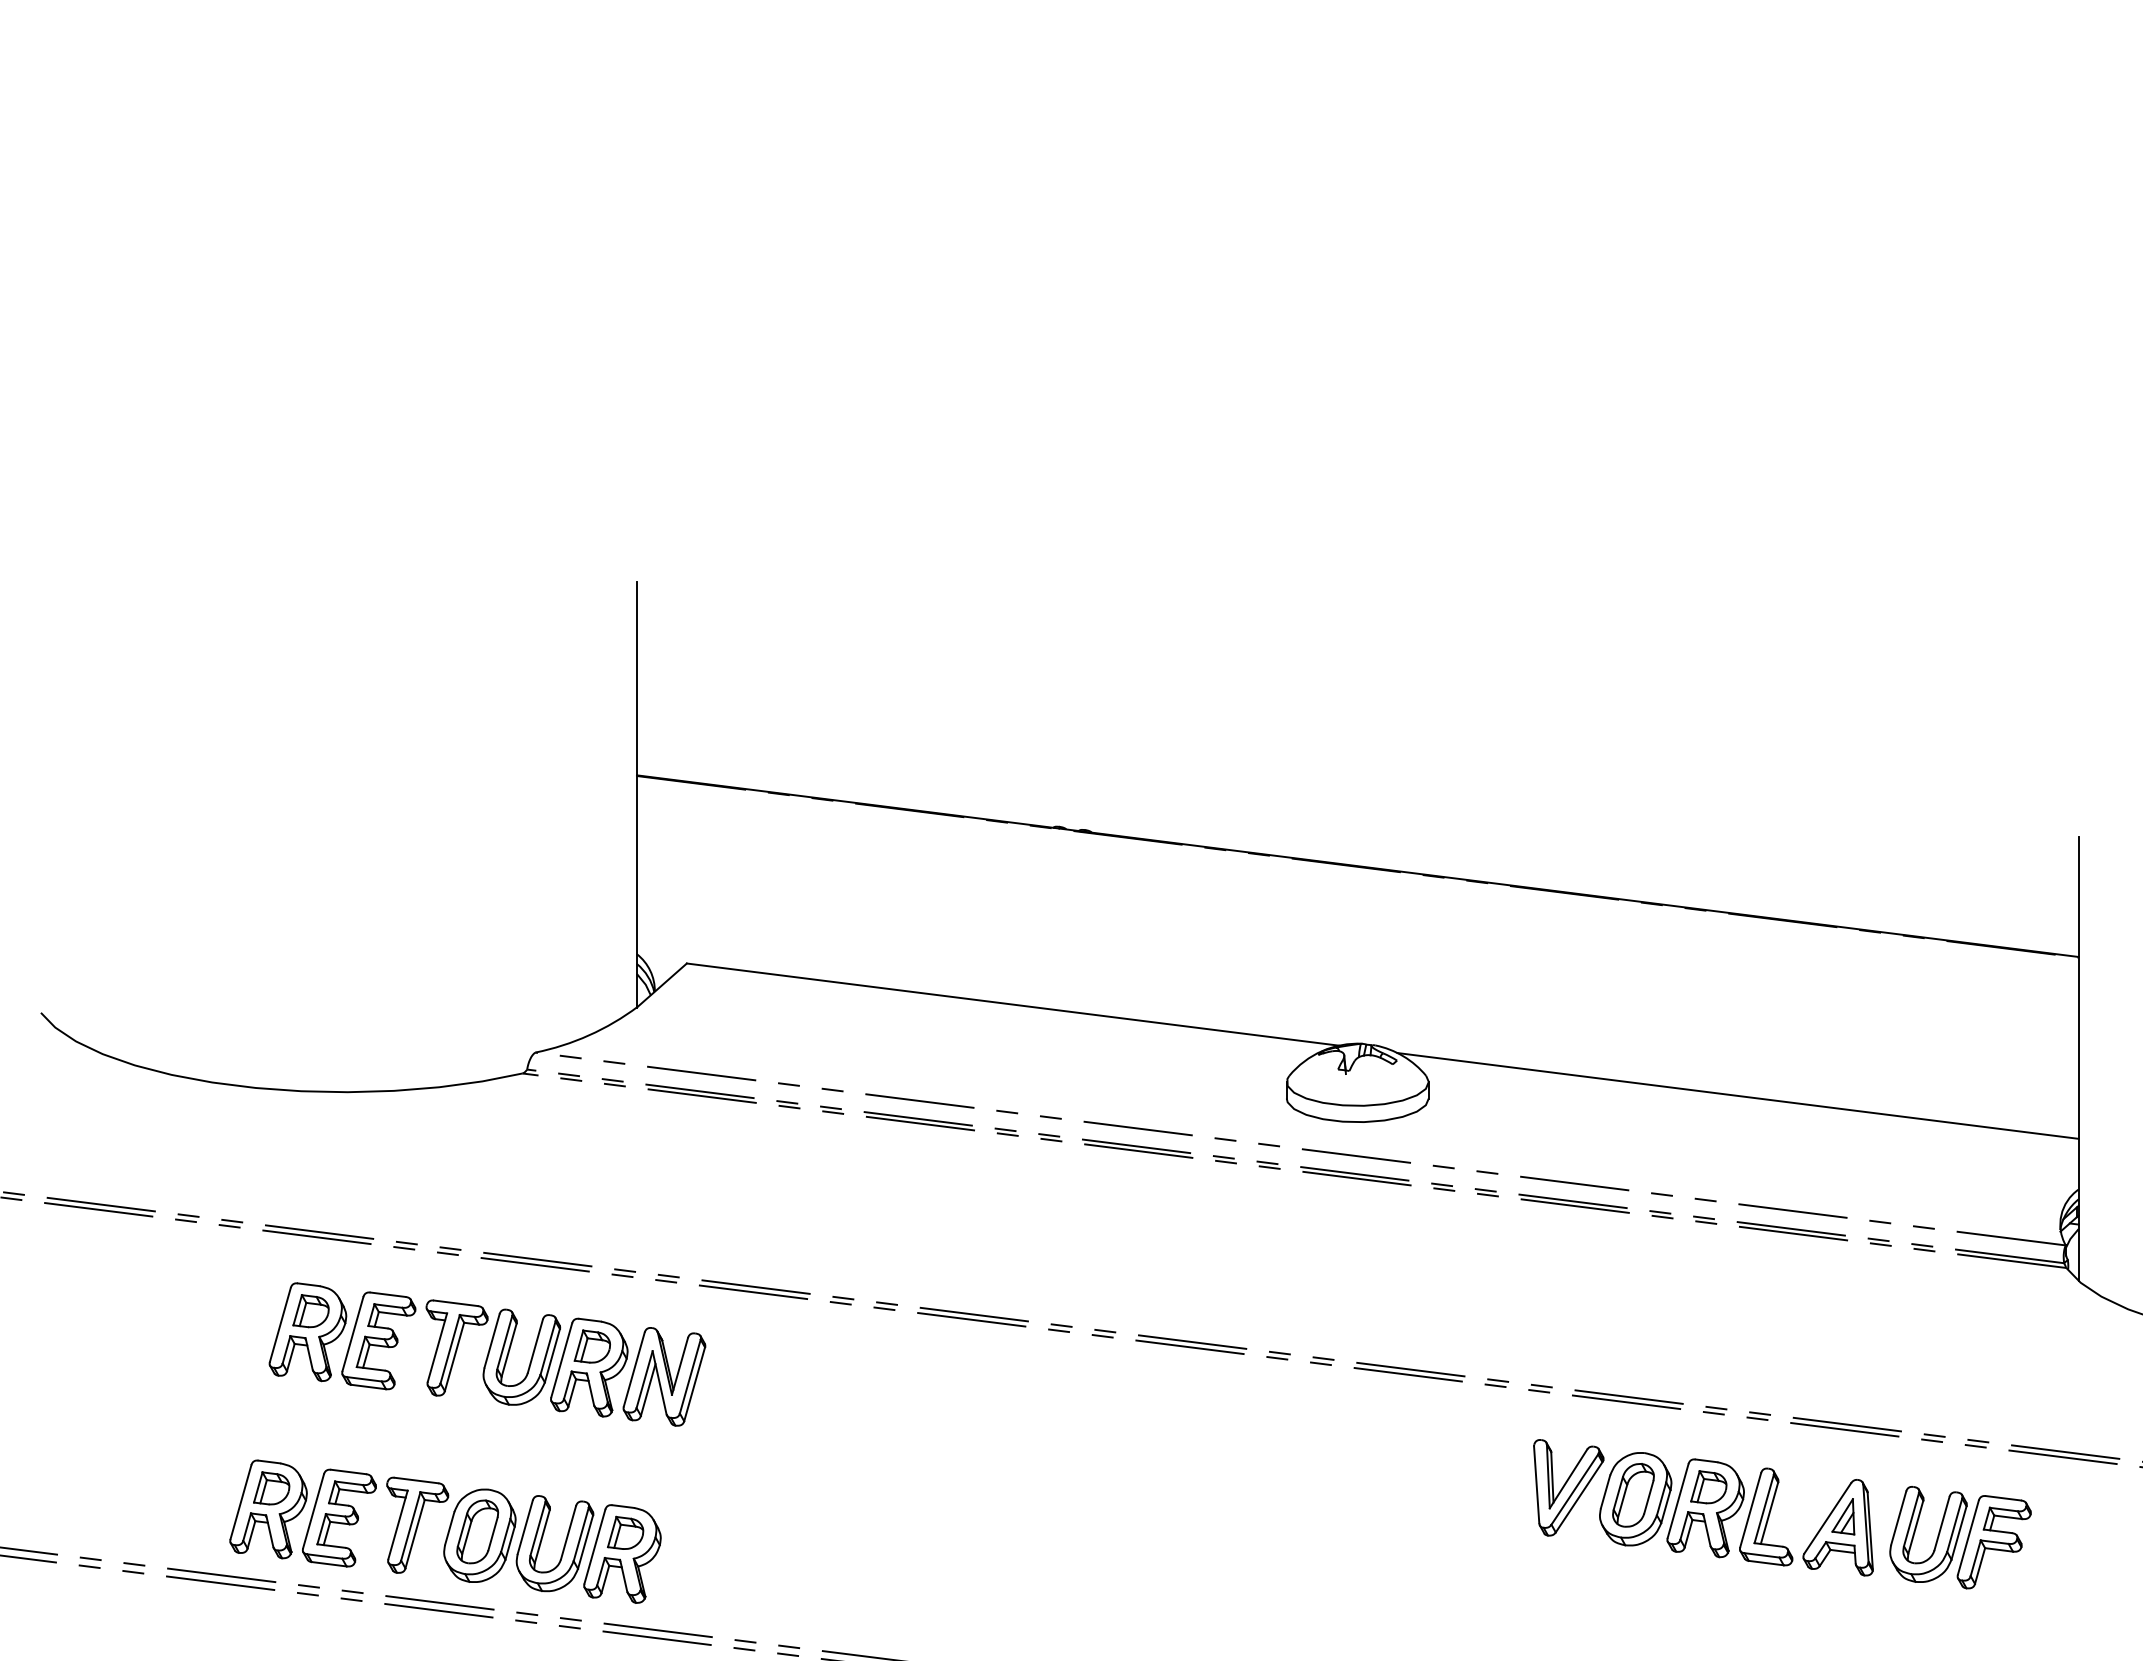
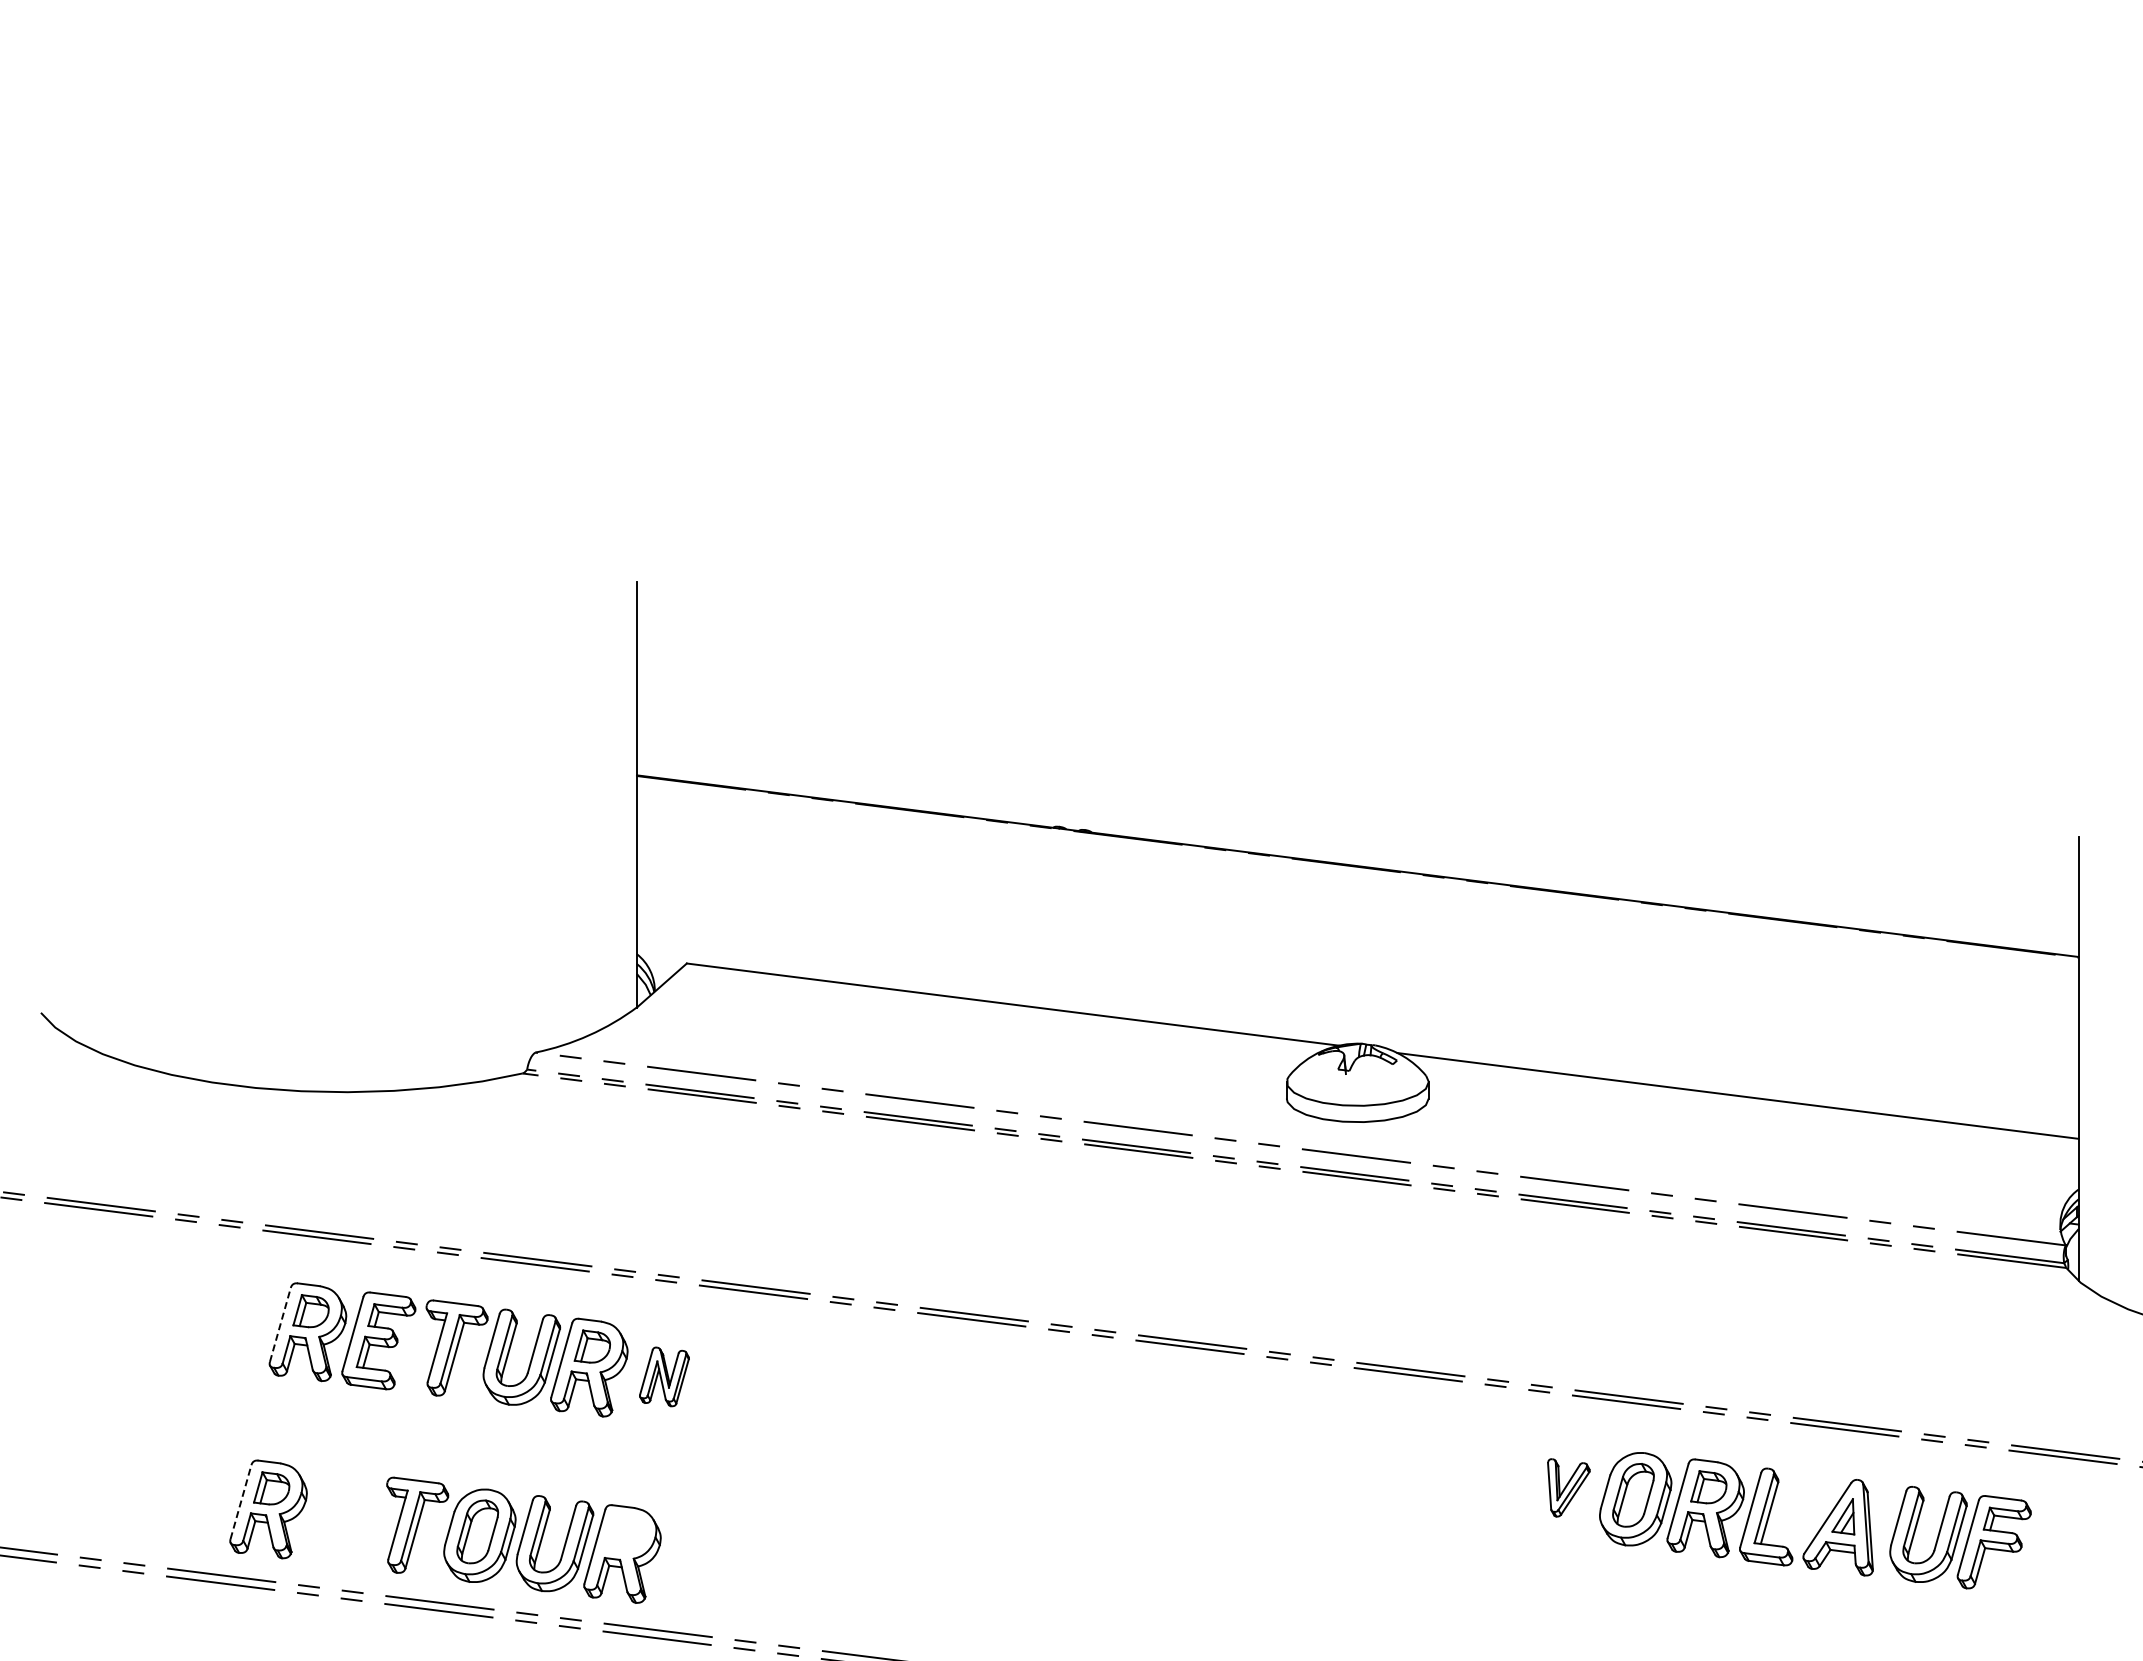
line at (280, 1324): solid -> dashed
part at (664, 1376) size: 85x100 px -> 51x62 px
part at (1568, 1487) size: 72x98 px -> 44x60 px
line at (241, 1501): solid -> dashed
part at (339, 1517): present -> none
part at (625, 1532): present -> none
